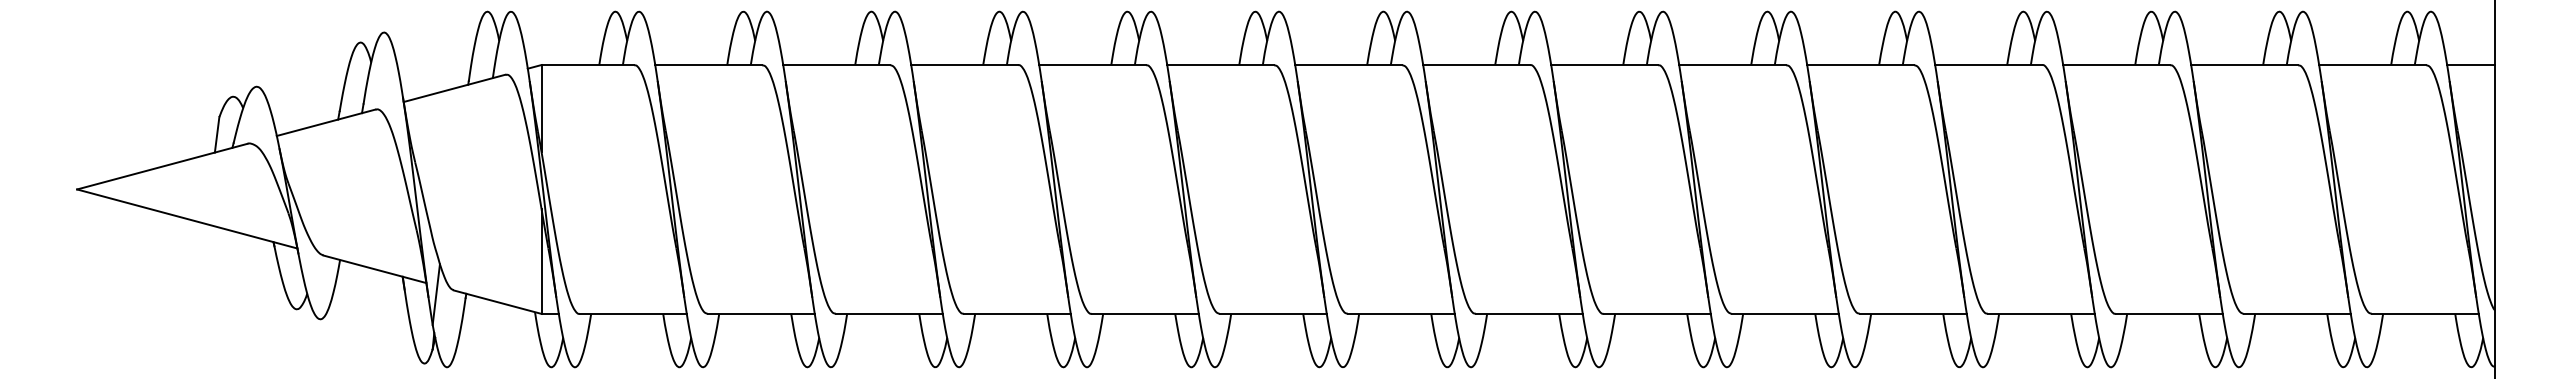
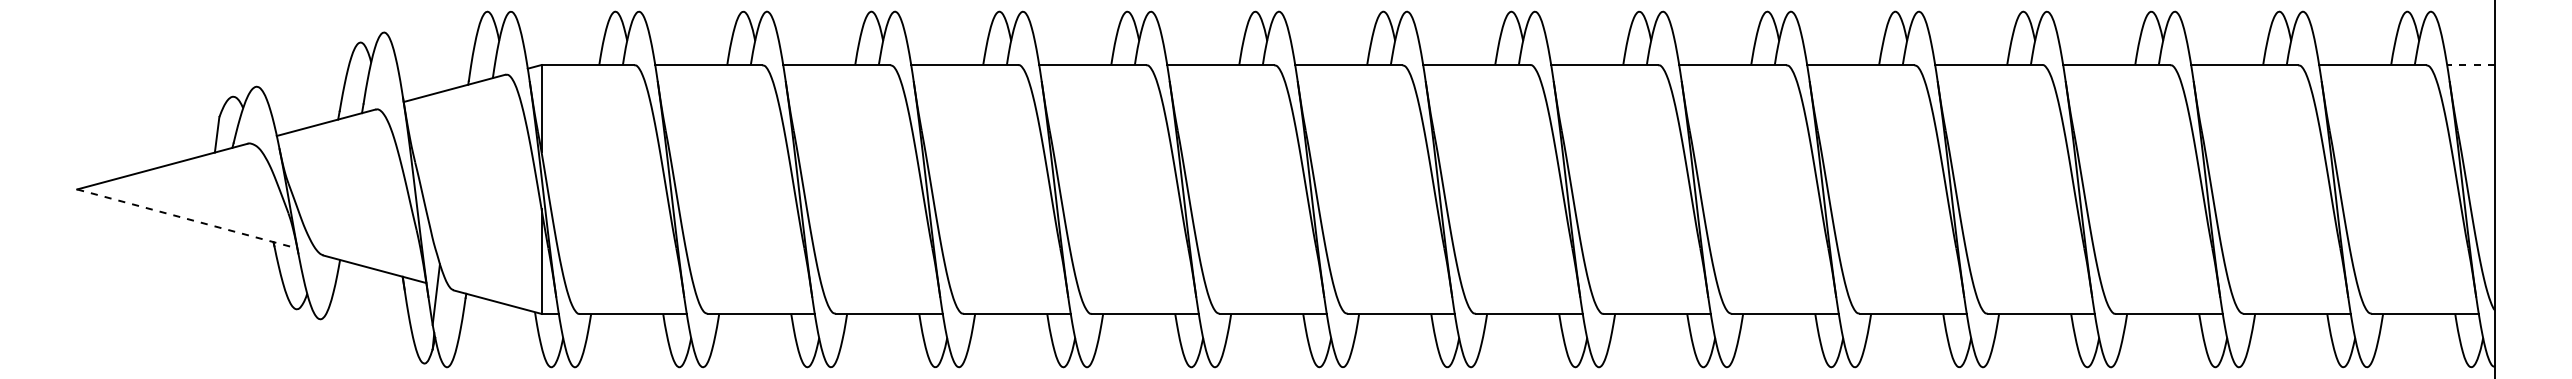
line at (2471, 65): solid -> dashed
line at (187, 218): solid -> dashed
